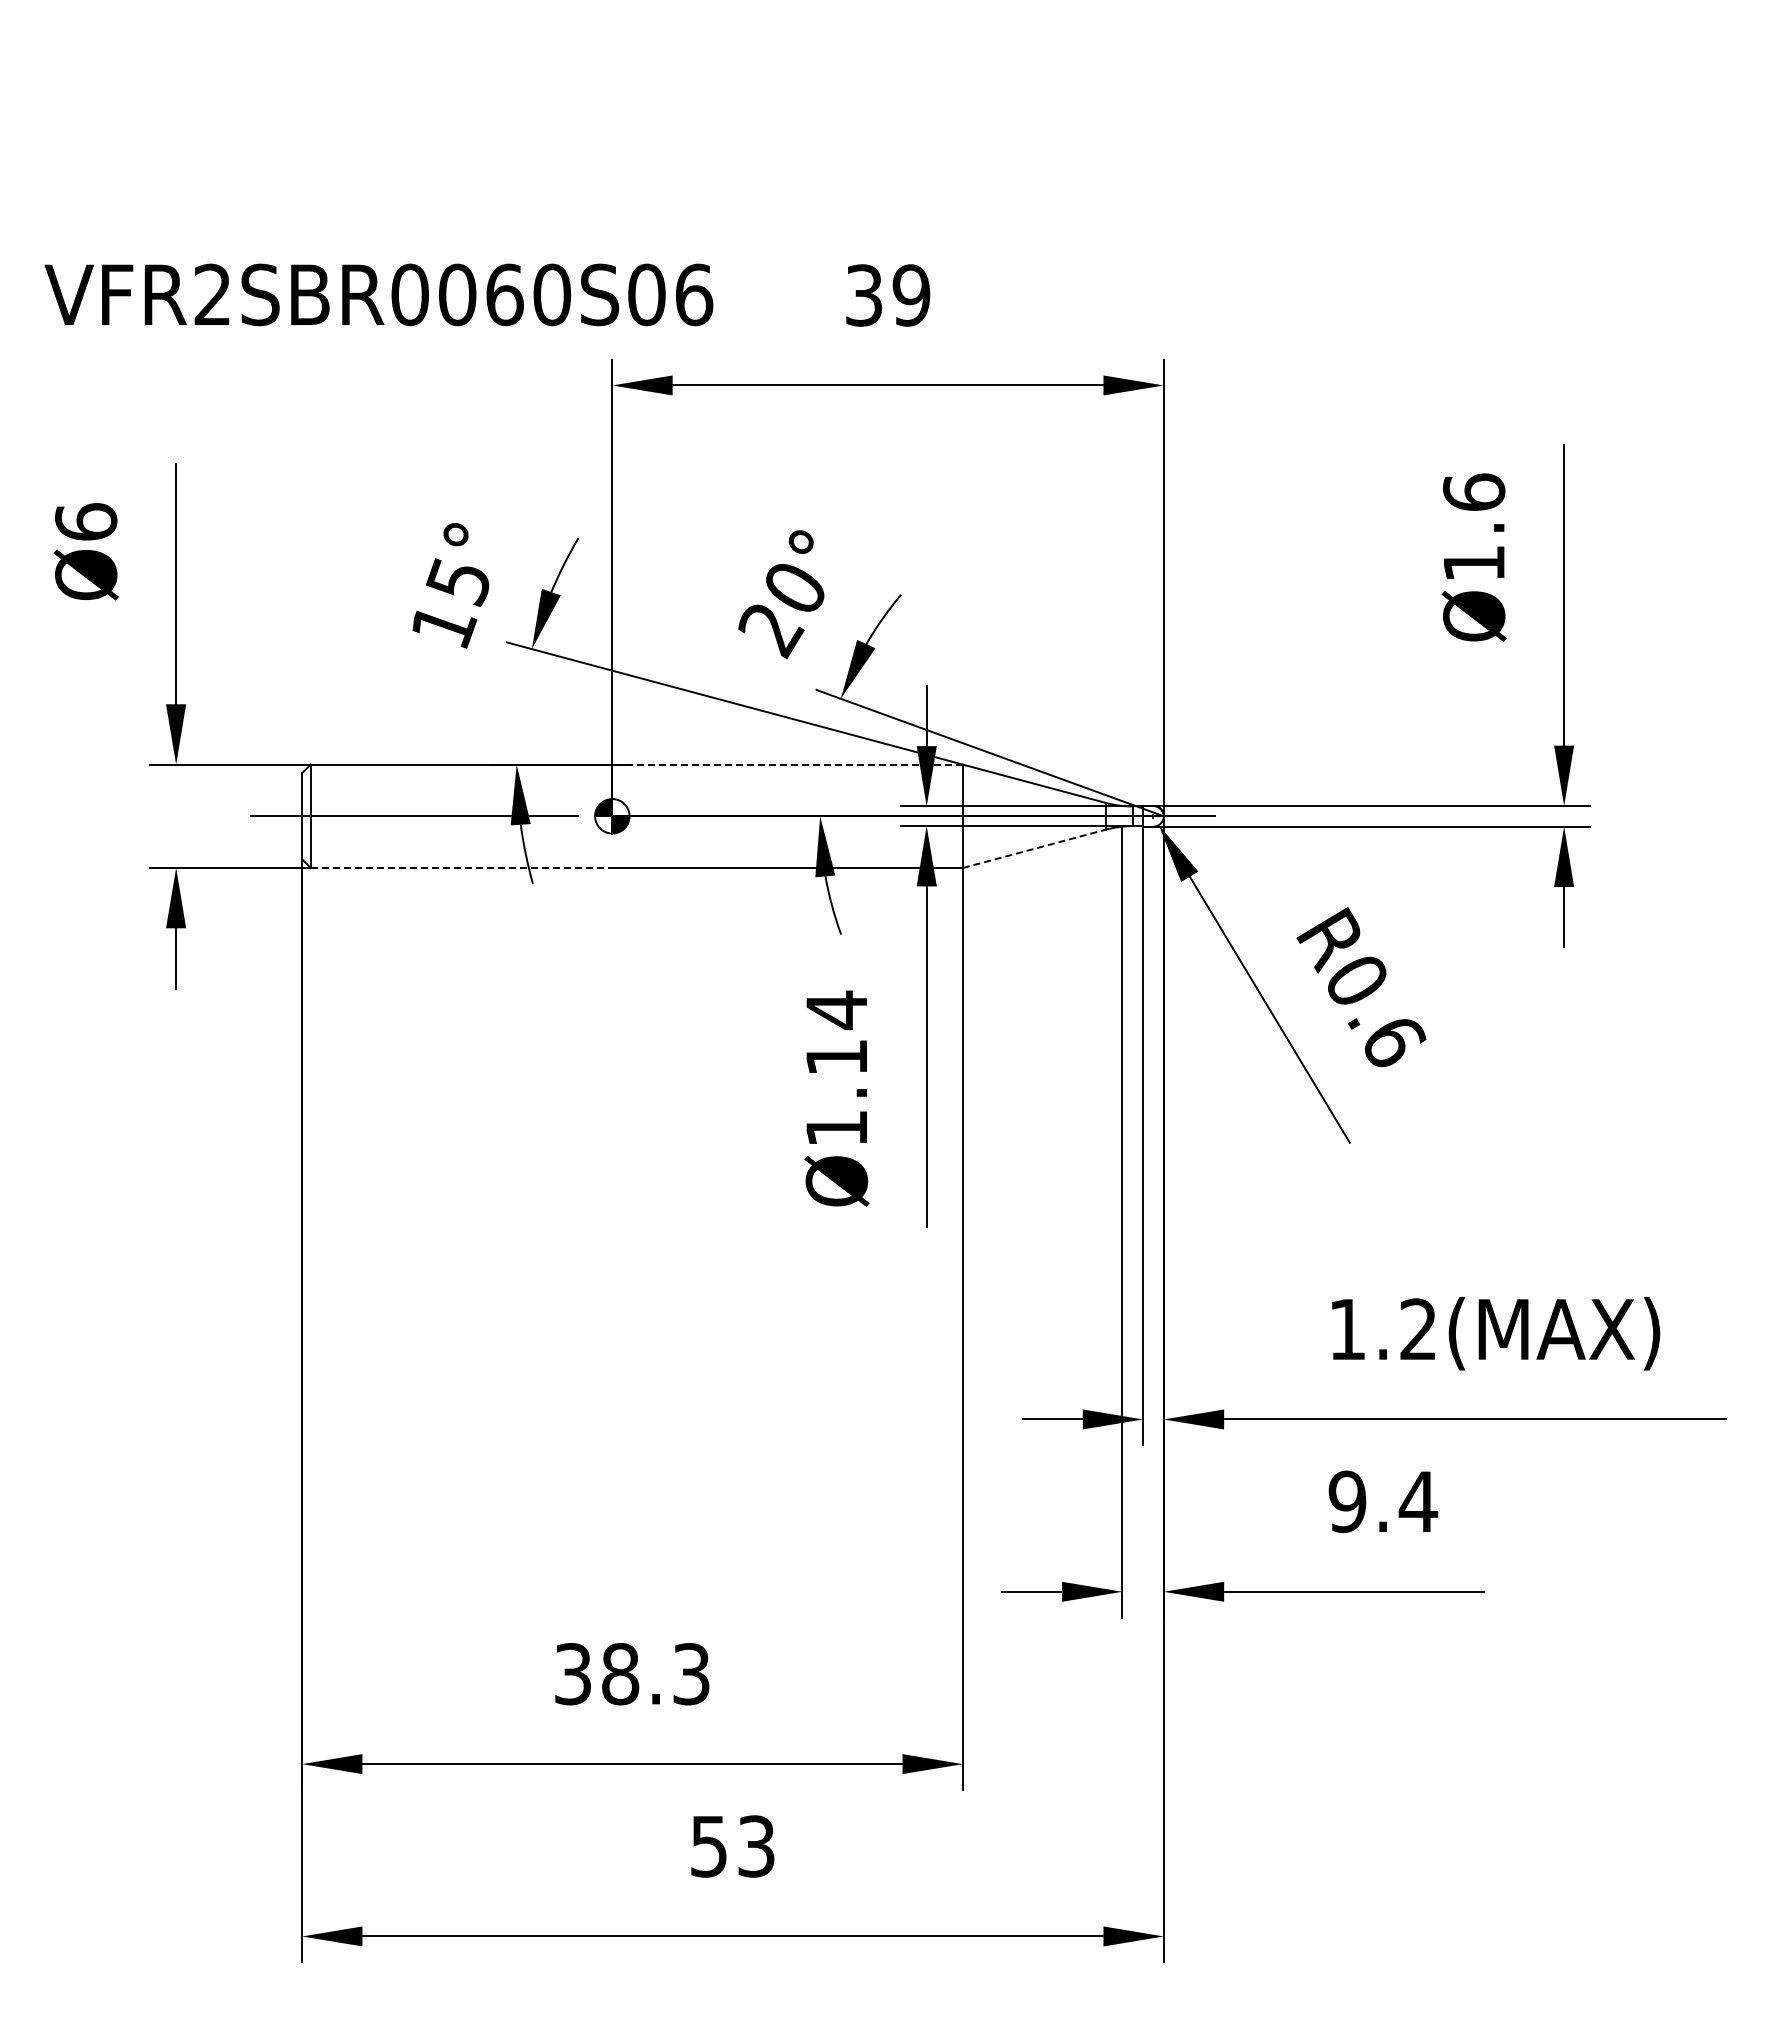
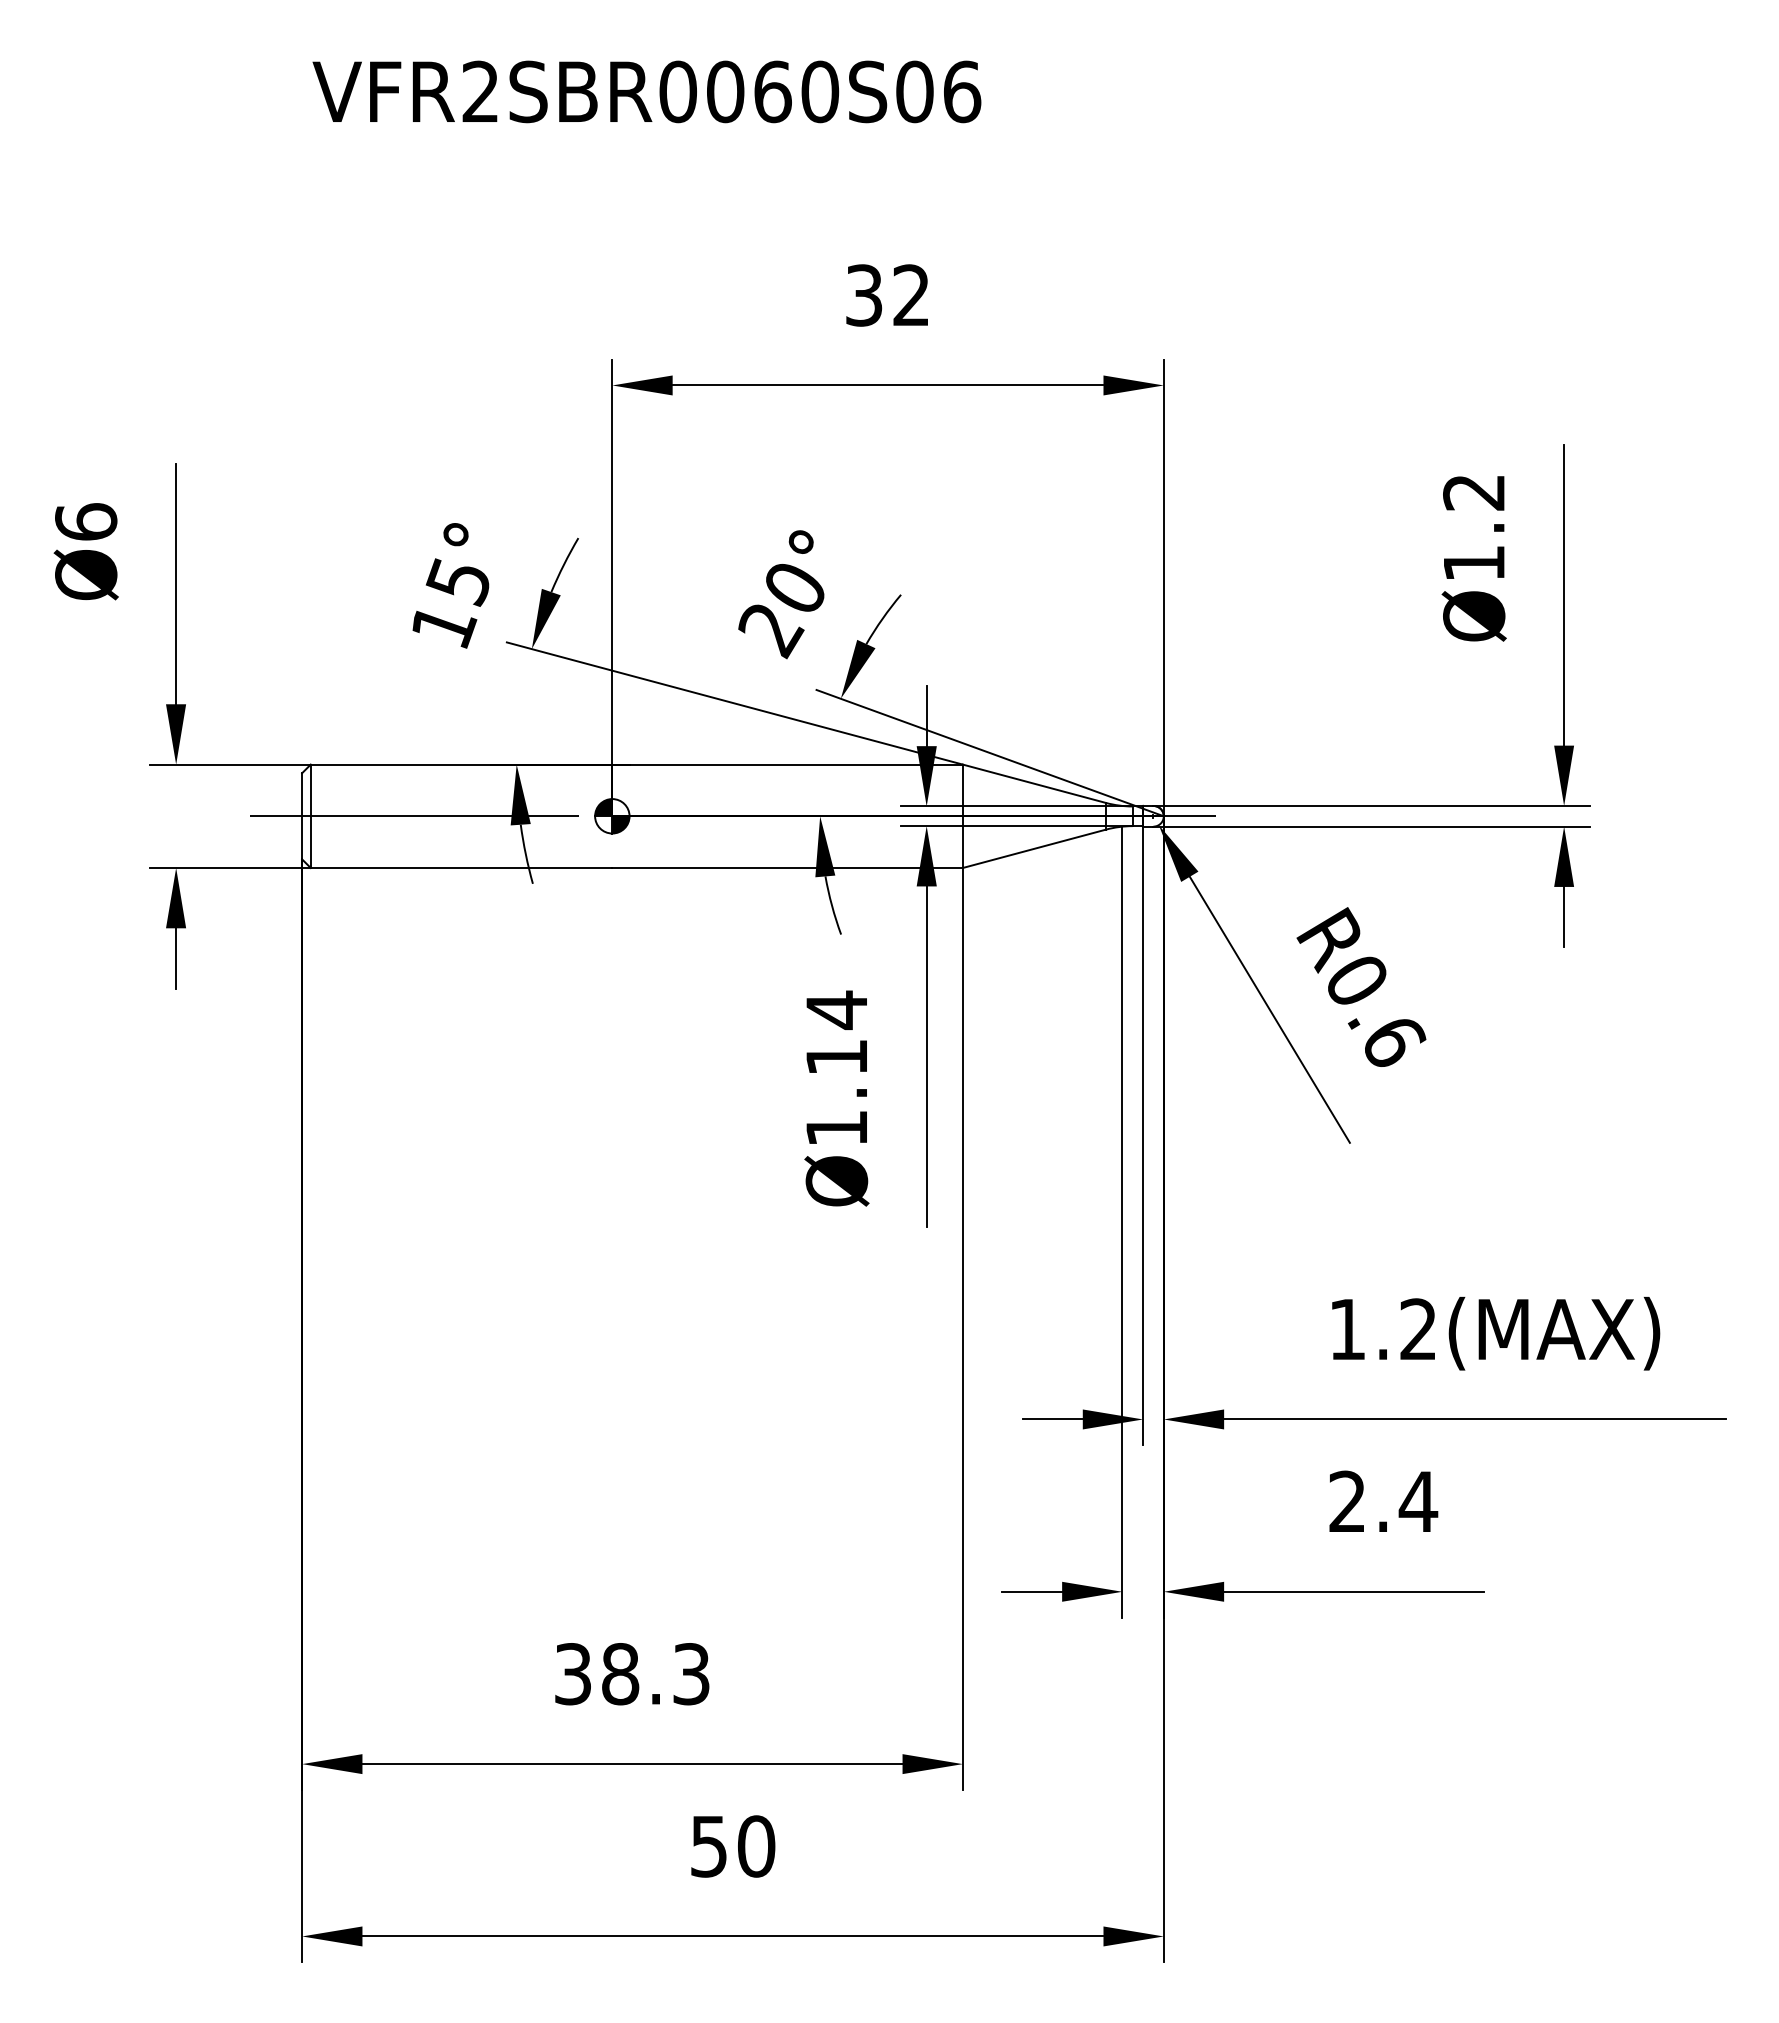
text at (378, 294) position: (378, 294) -> (646, 91)
text at (911, 295): 39 -> 32
text at (1474, 491): Ø1.6 -> Ø1.2
line at (787, 764): dashed -> solid
line at (1034, 848): dashed -> solid
line at (461, 868): dashed -> solid
text at (1347, 1501): 9.4 -> 2.4
text at (756, 1846): 53 -> 50
